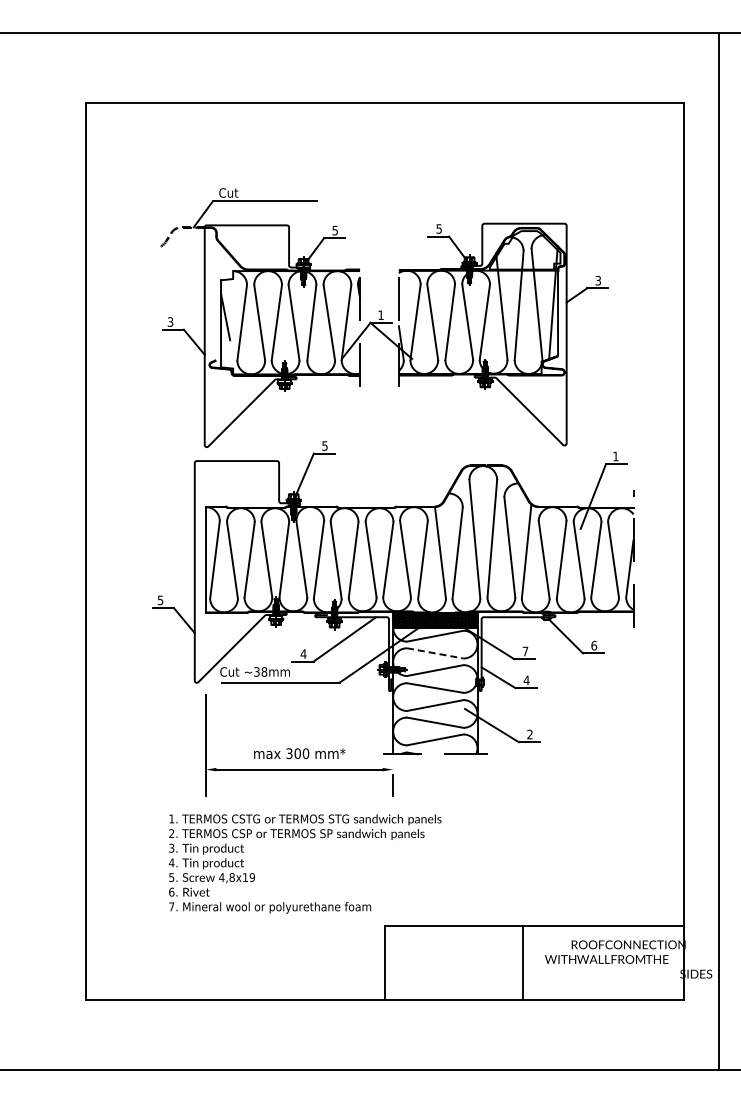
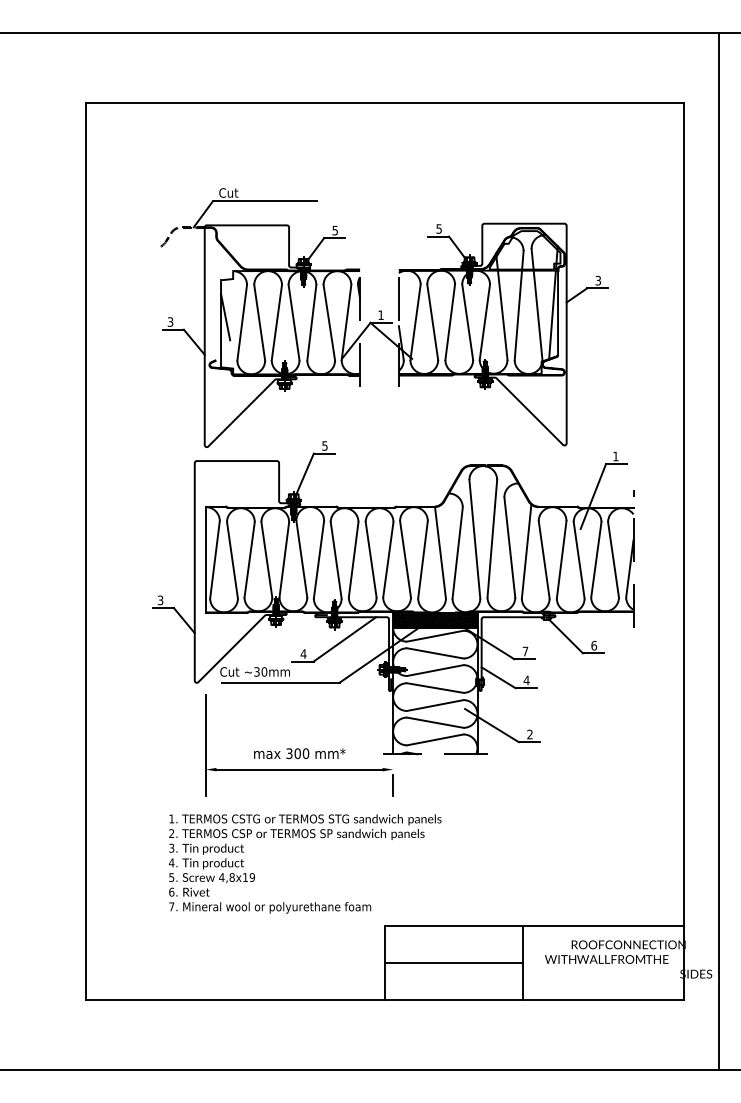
text at (160, 599): 5 -> 3
line at (435, 653): dashed -> solid
text at (264, 671): ~38mm -> ~30mm
line at (453, 962): none -> present
